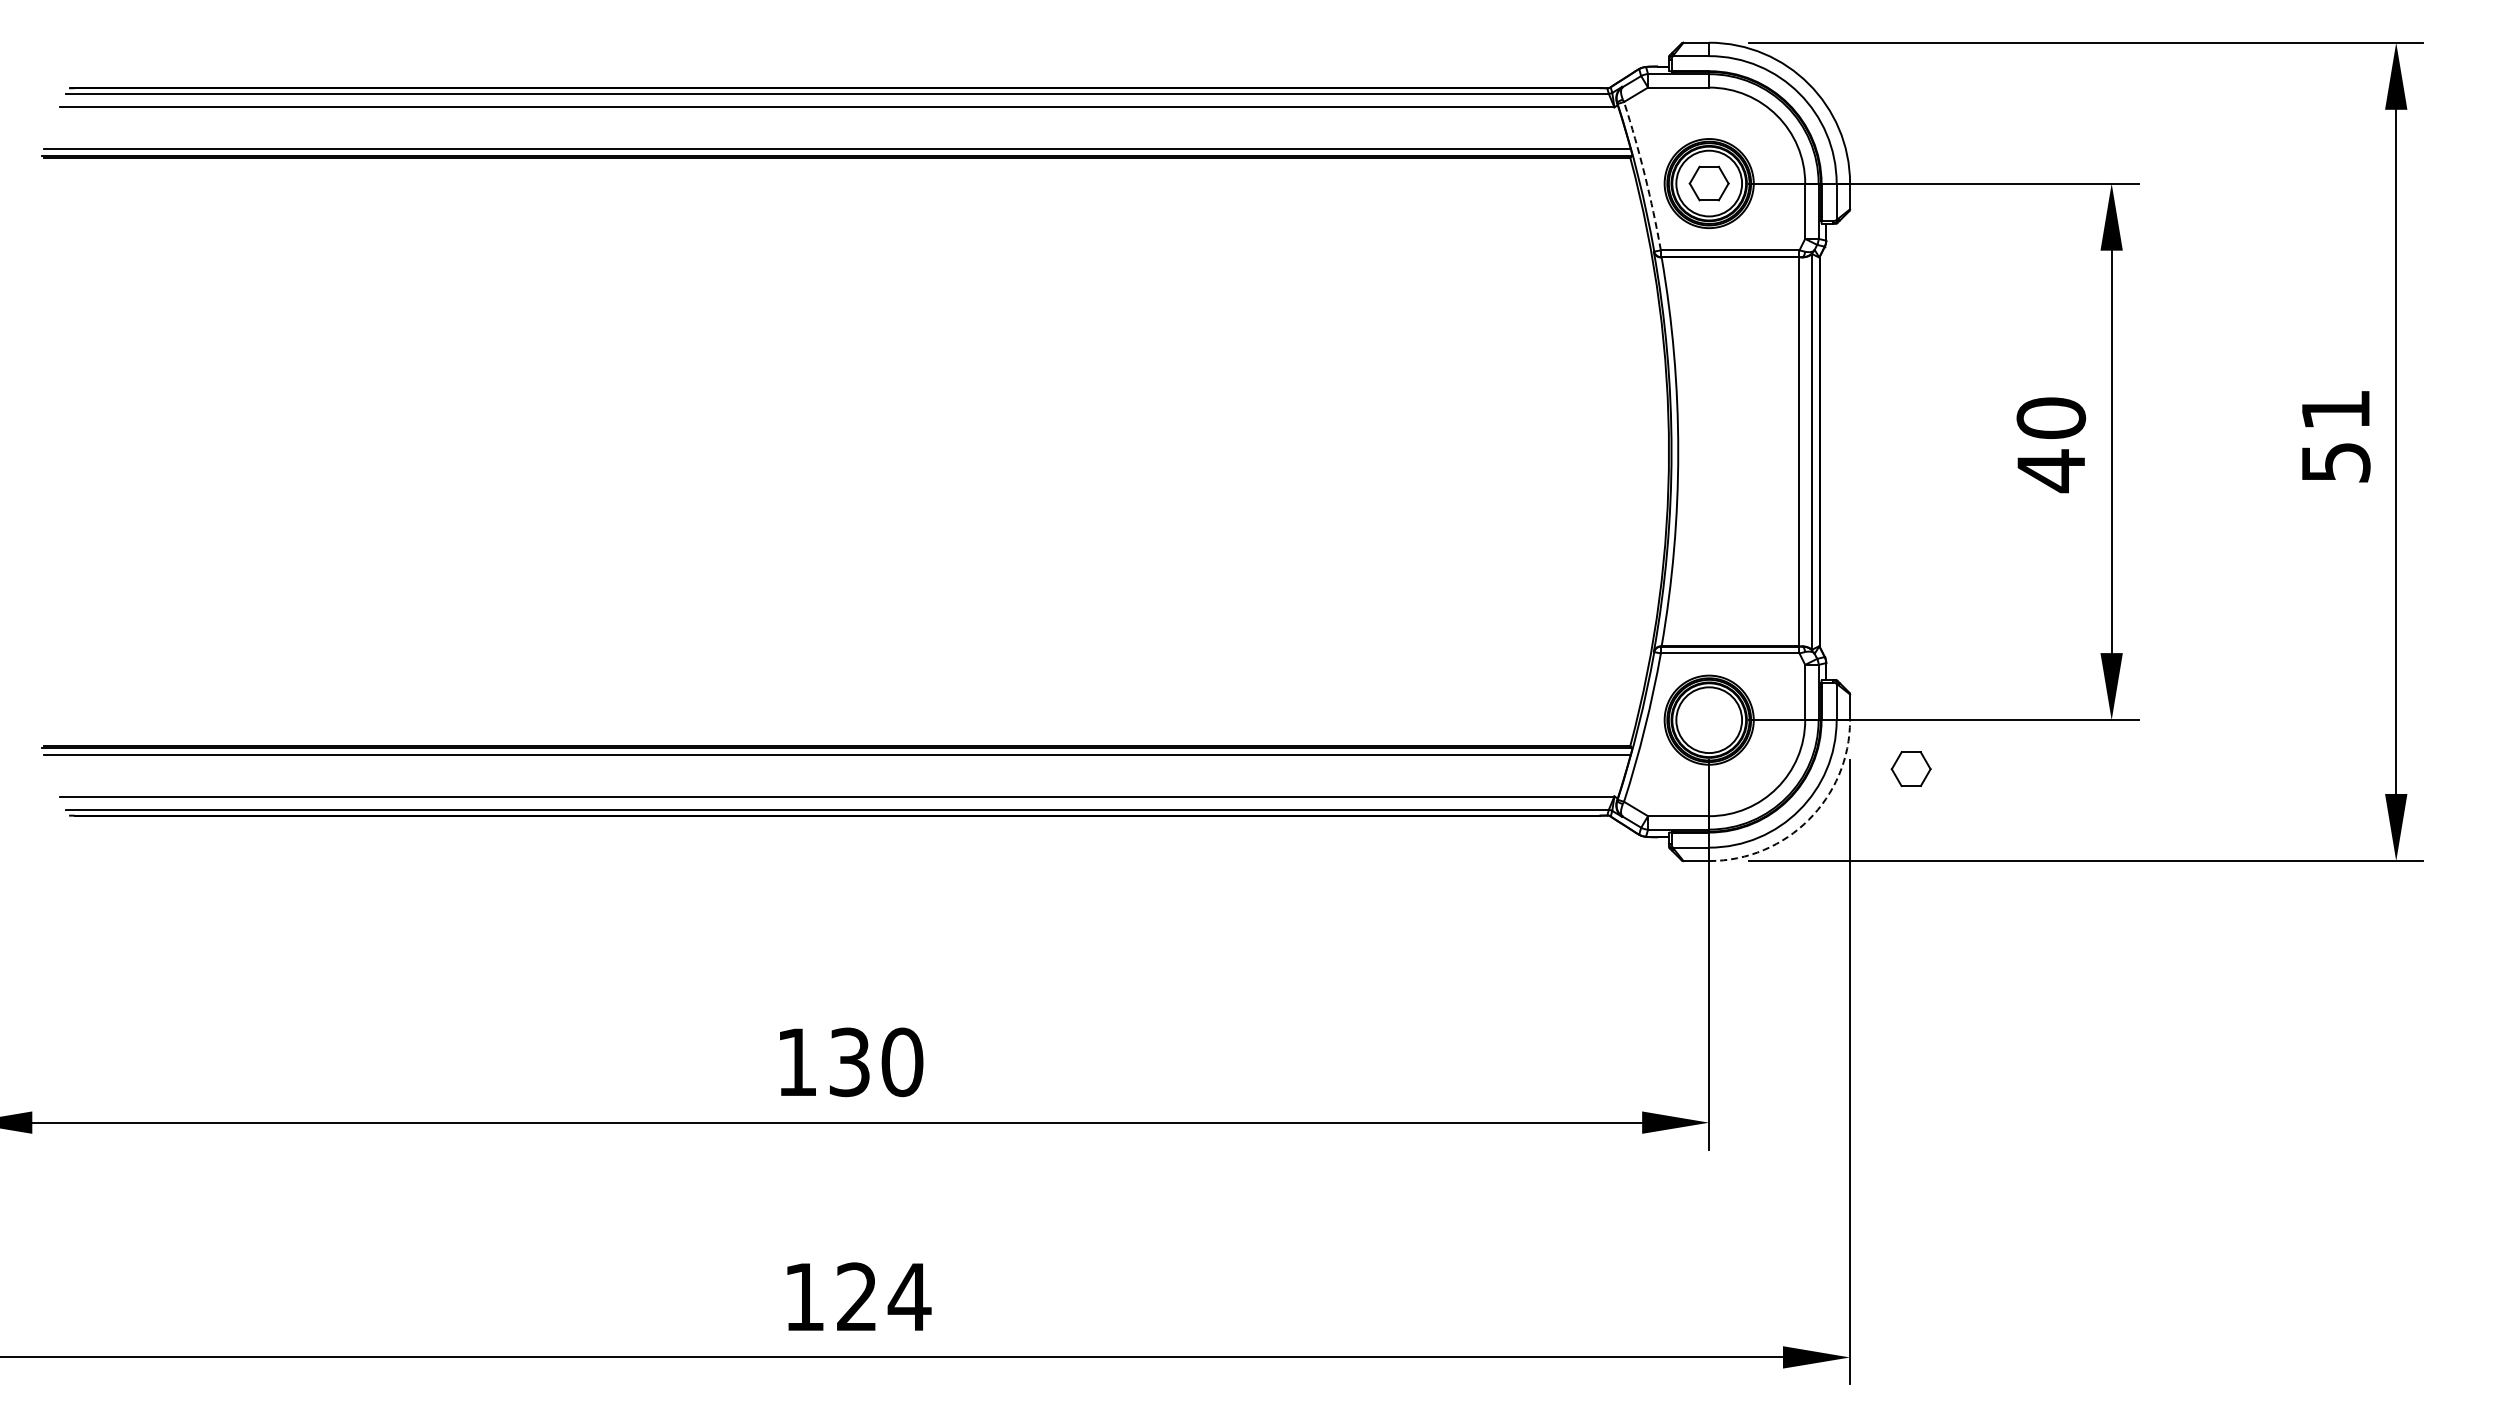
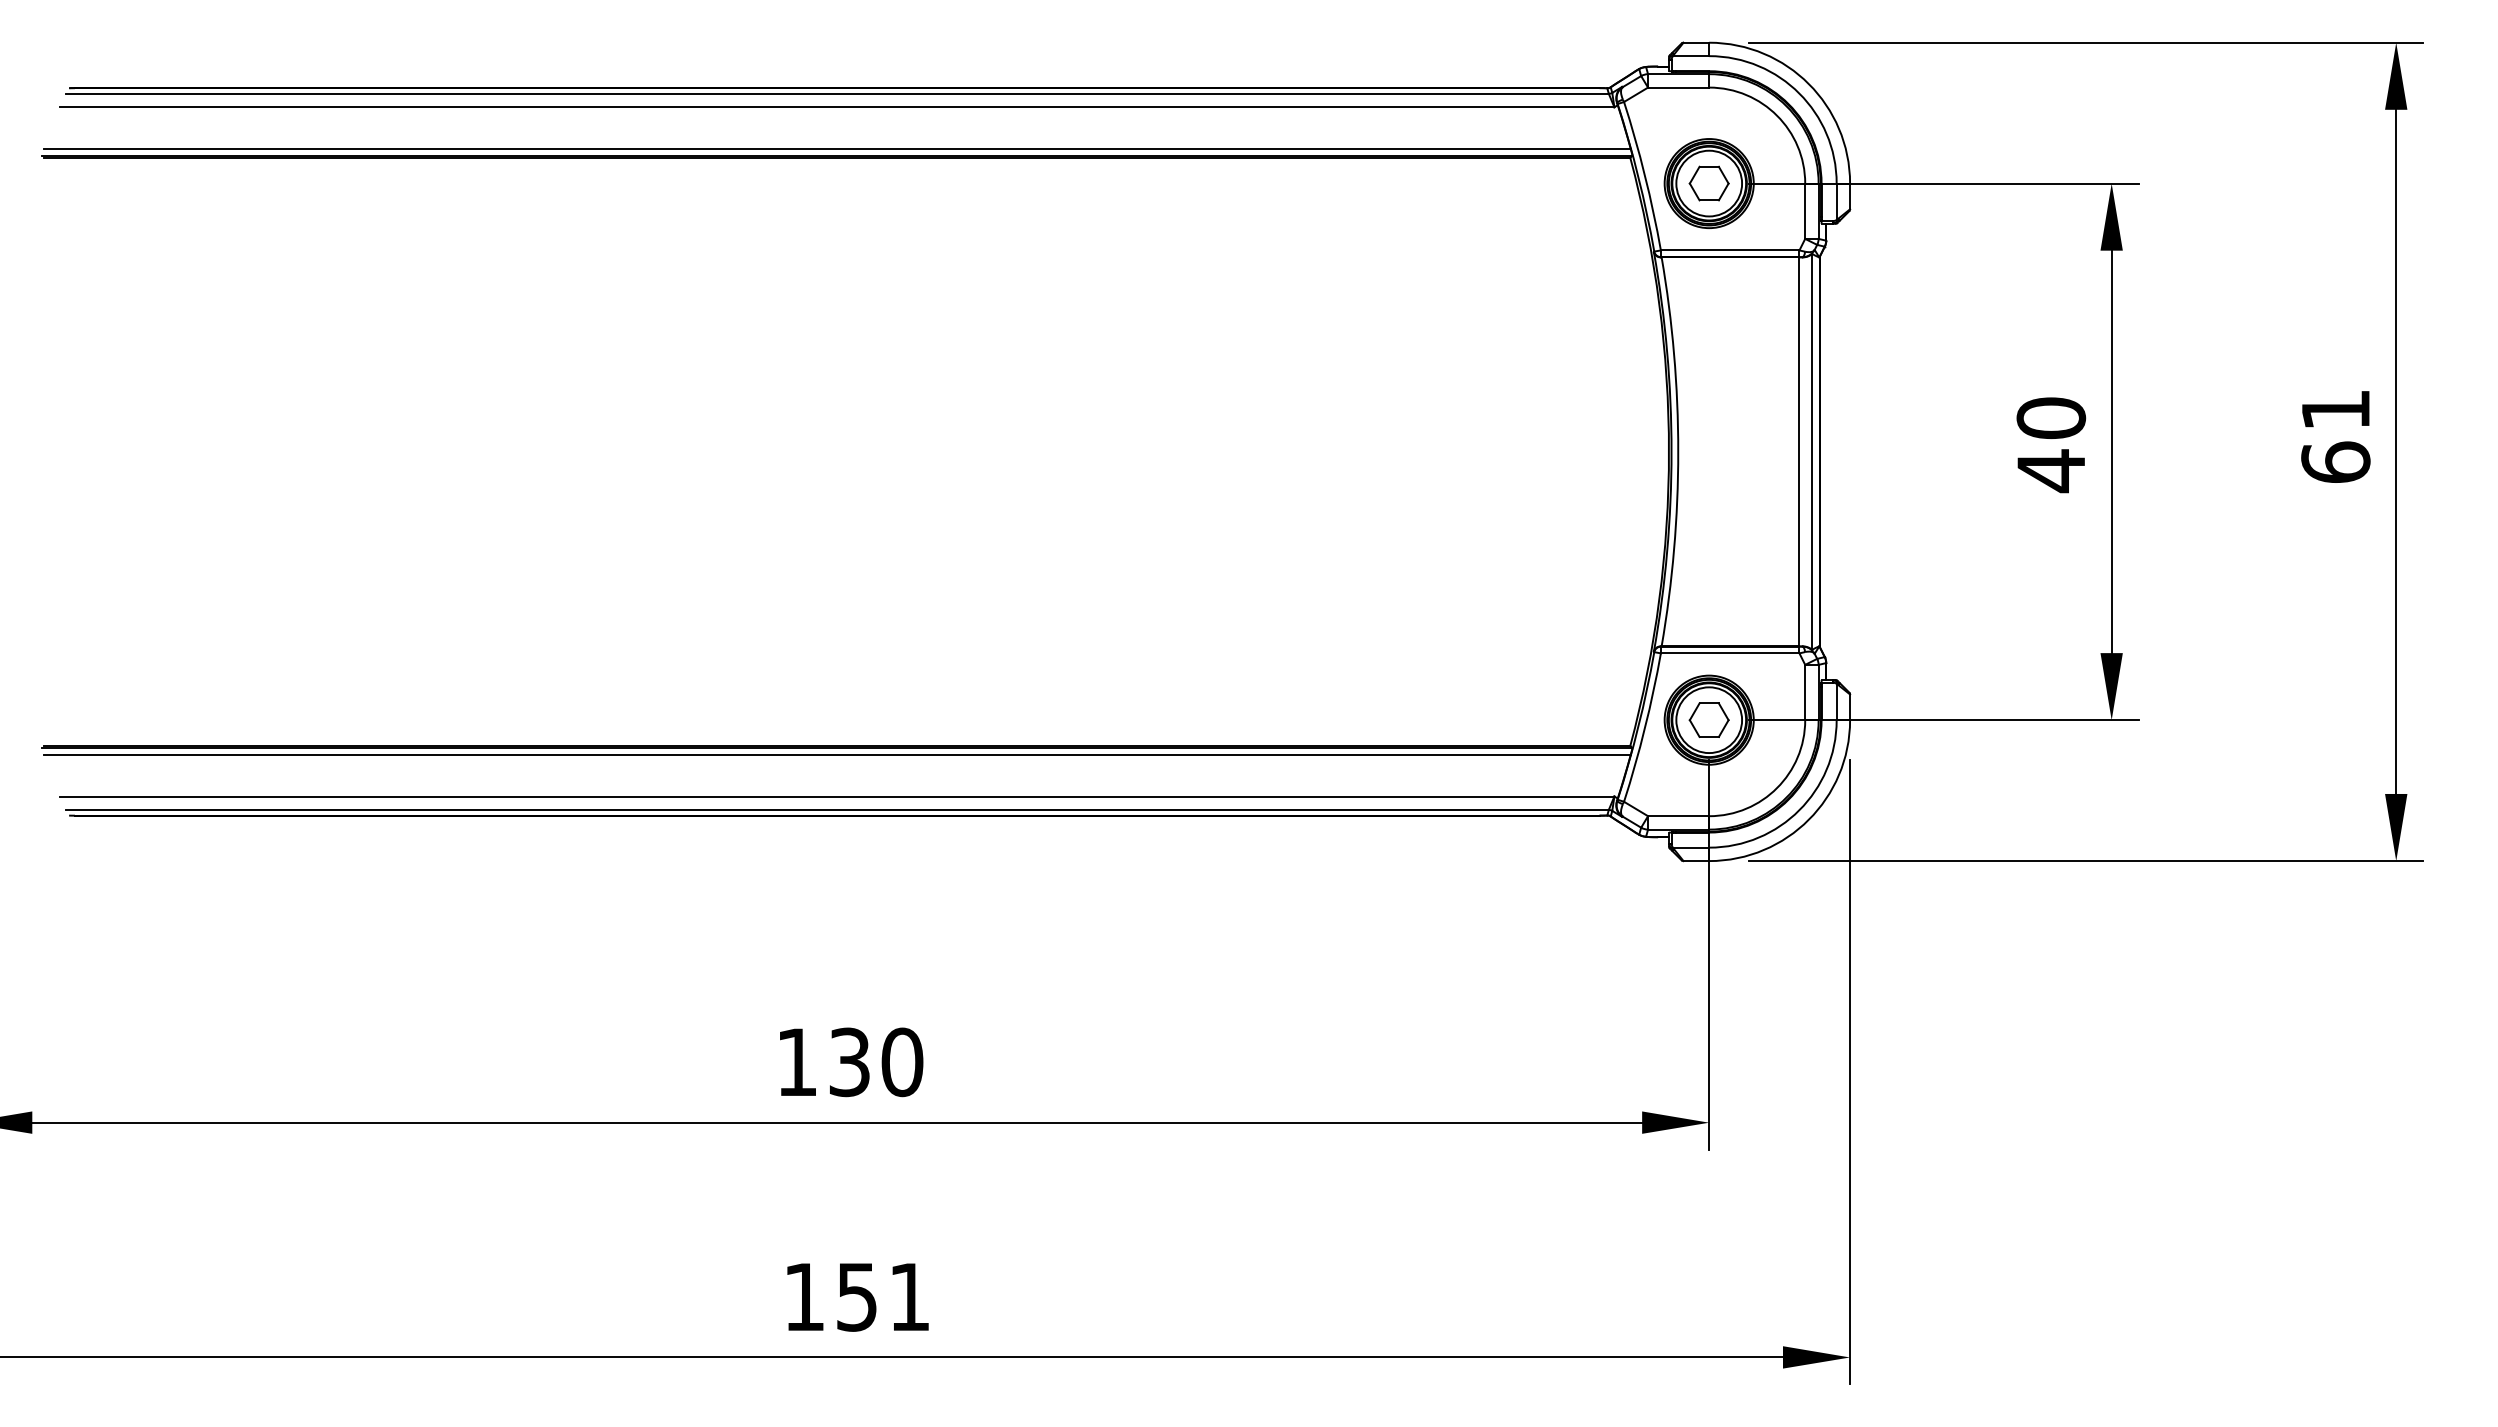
arc at (1644, 175): dashed -> solid
text at (2335, 461): 51 -> 61
part at (1910, 768) position: (1910, 768) -> (1708, 719)
arc at (1808, 819): dashed -> solid
text at (884, 1296): 124 -> 151
